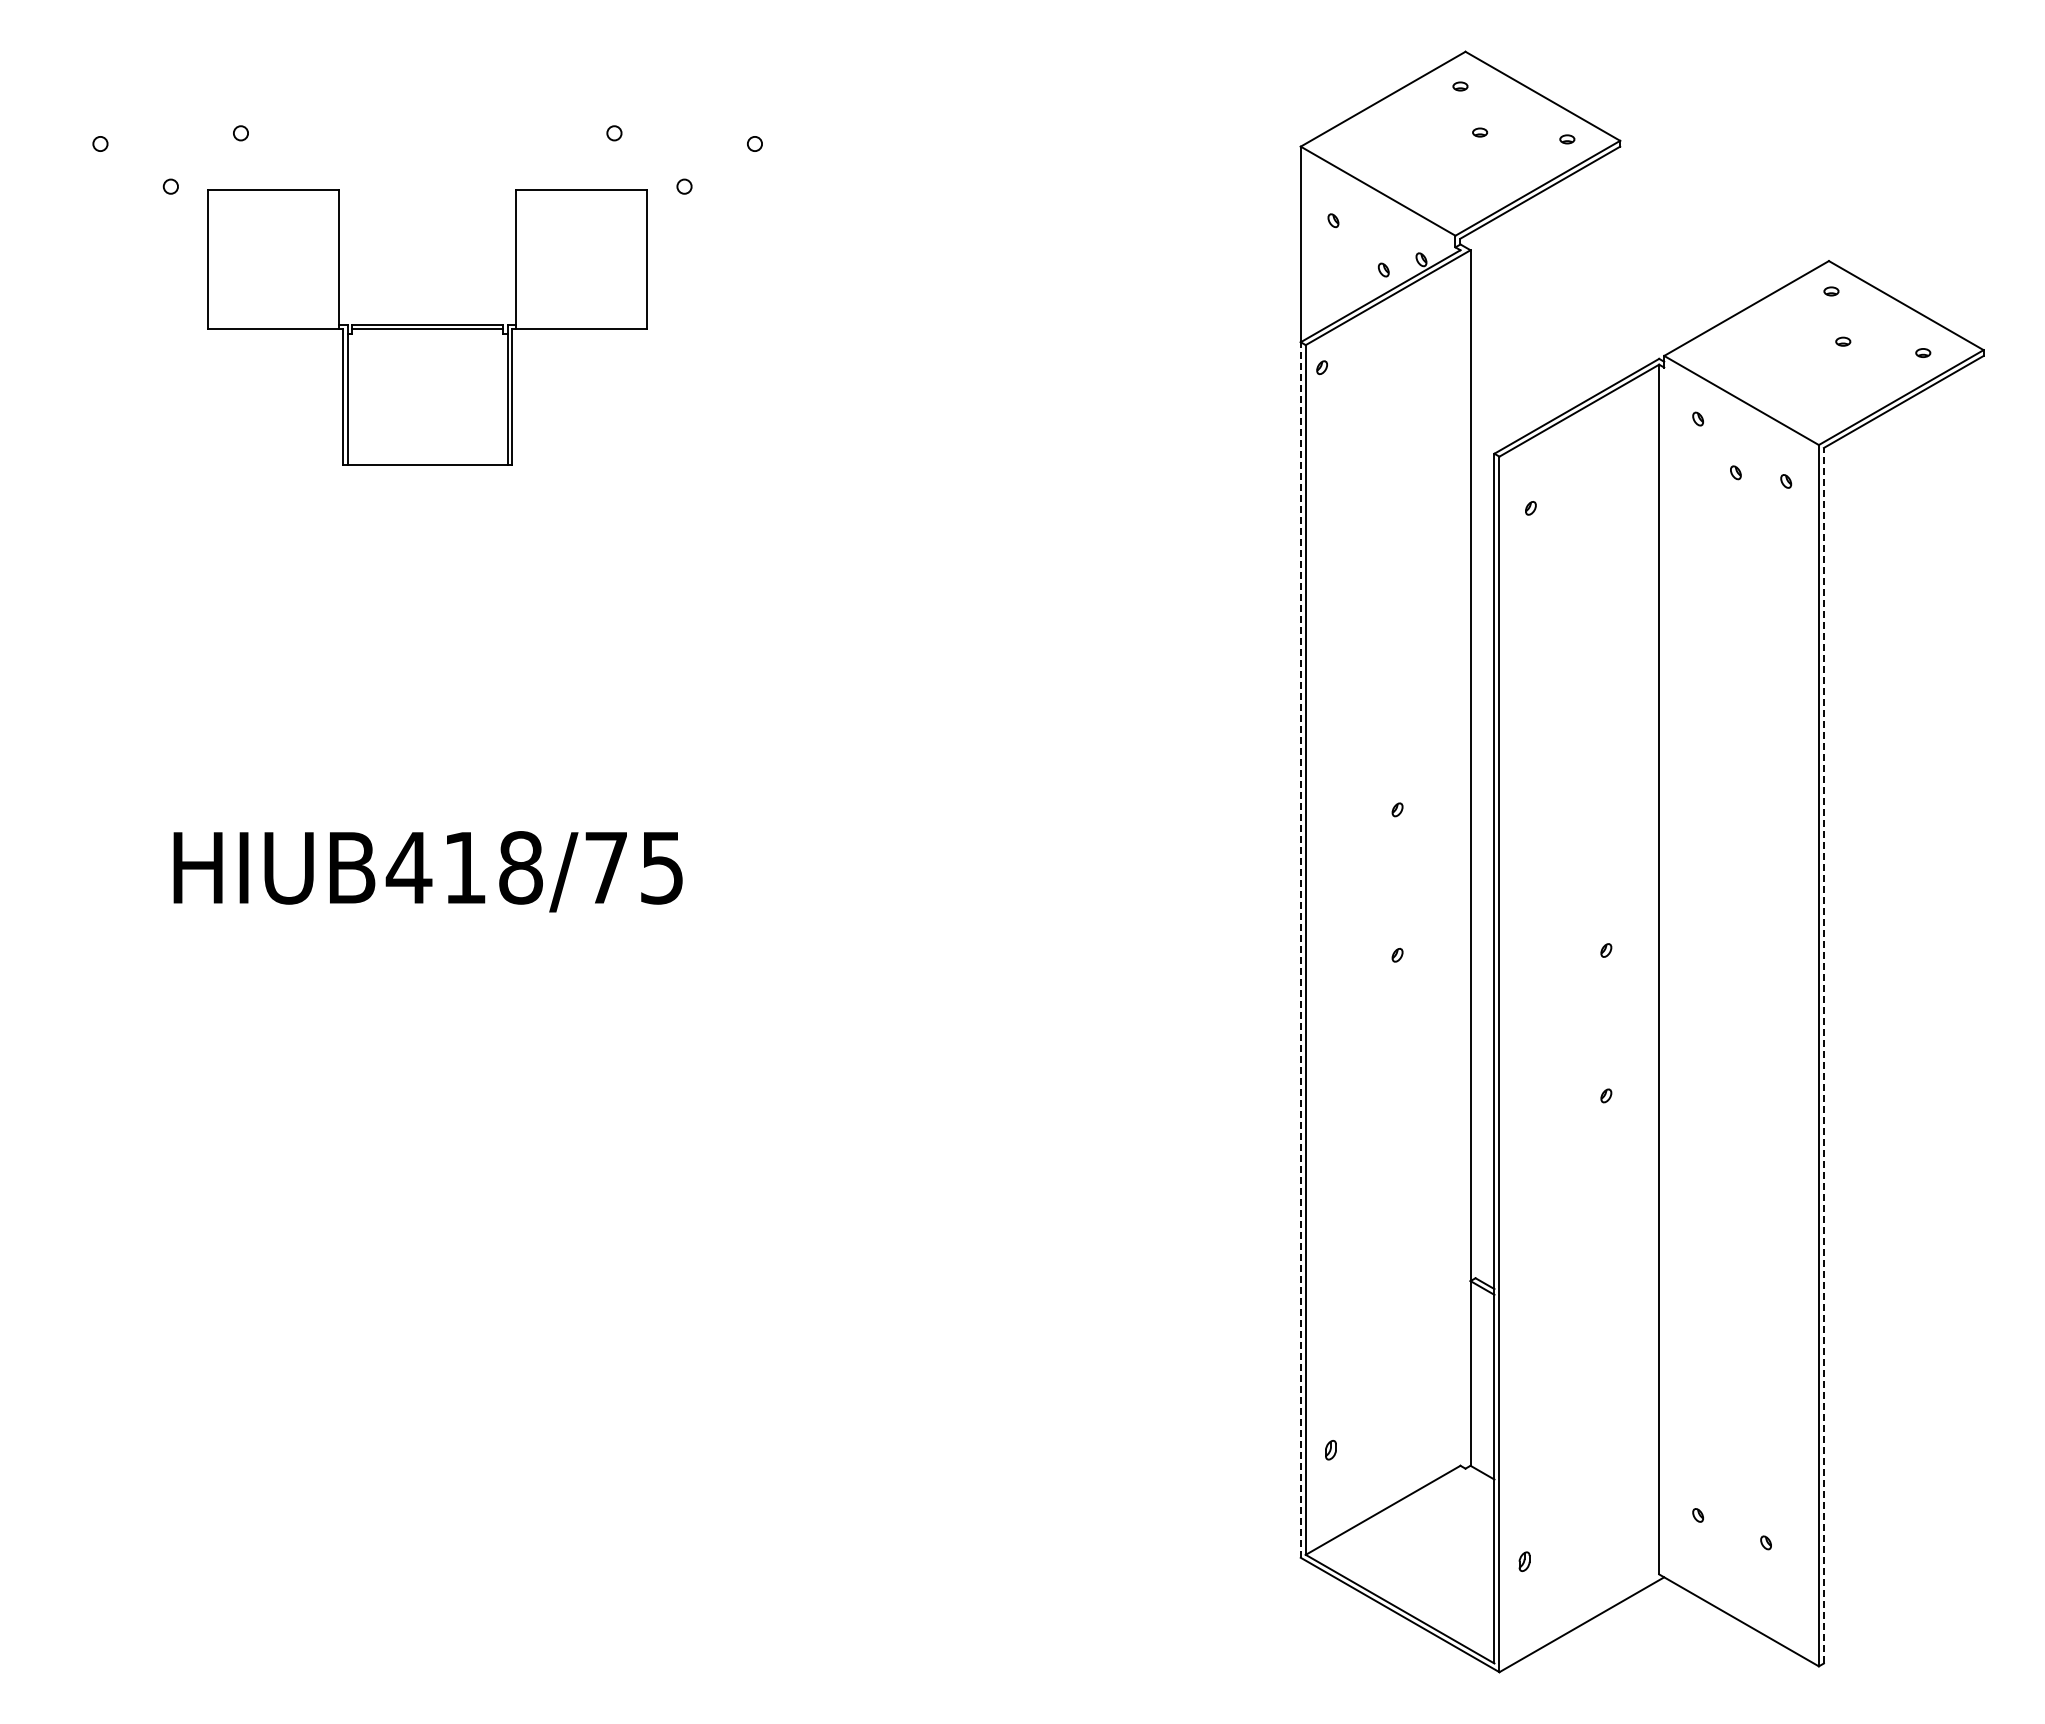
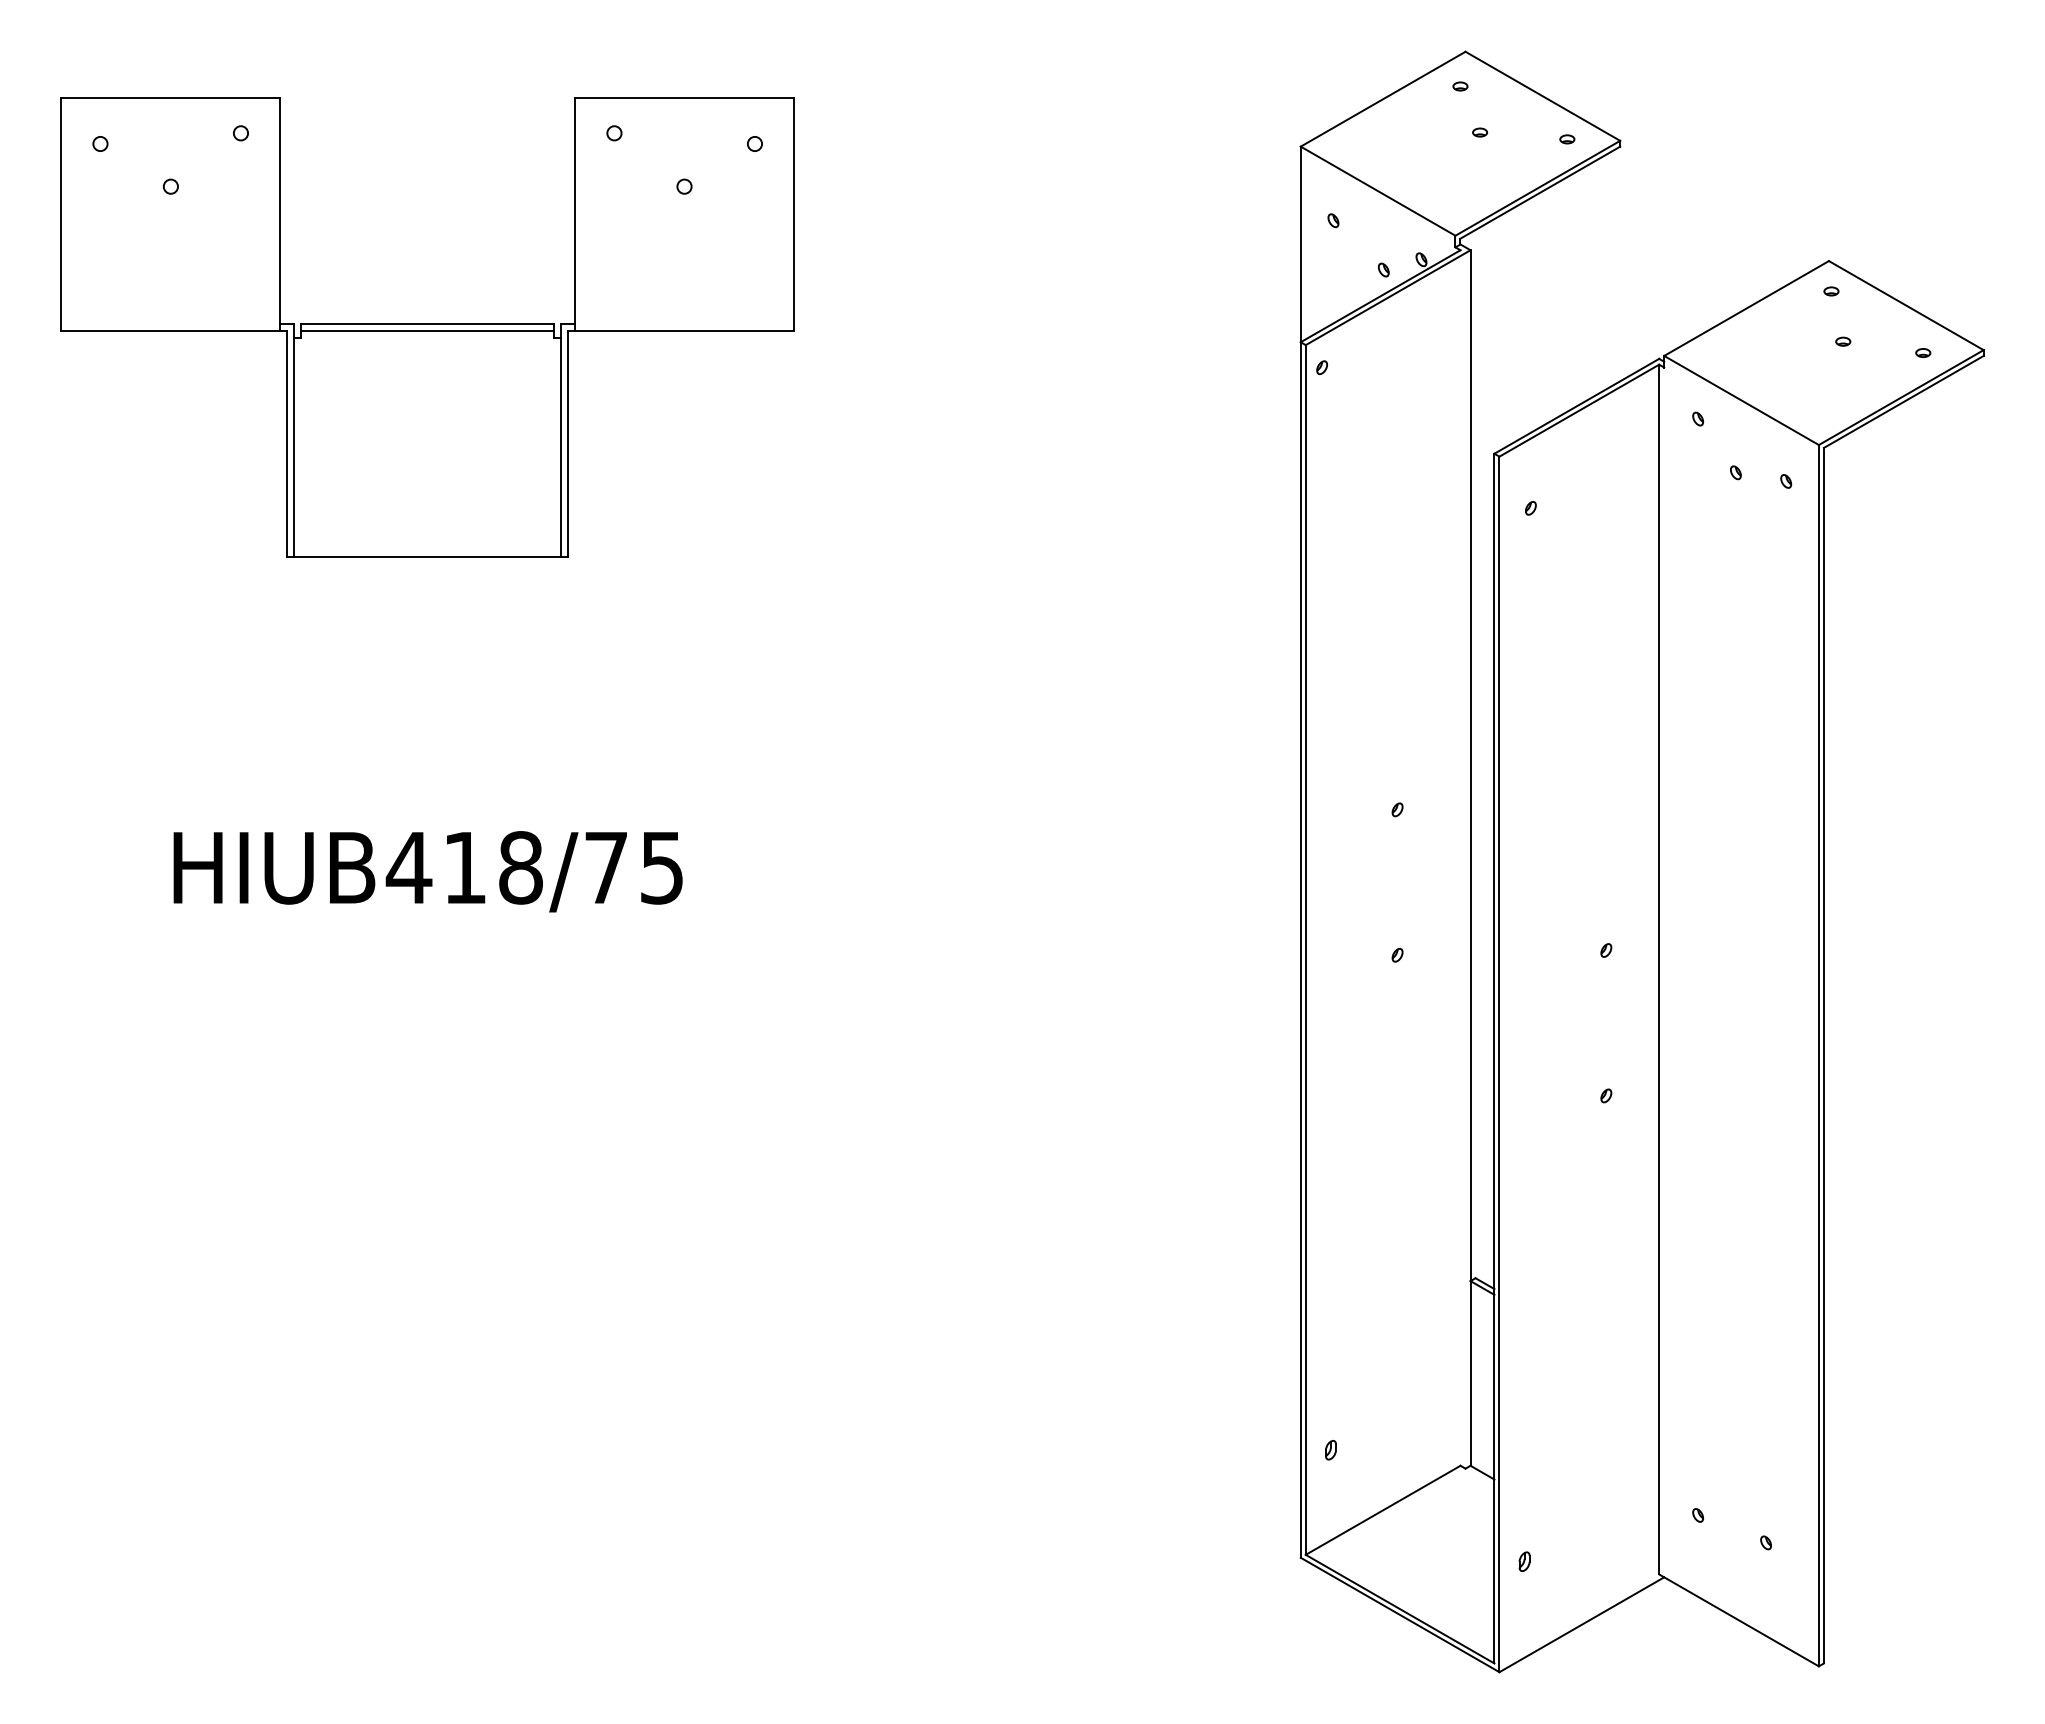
part at (427, 327) size: 441x277 px -> 735x461 px
line at (1300, 950): dashed -> solid
line at (1823, 1055): dashed -> solid
